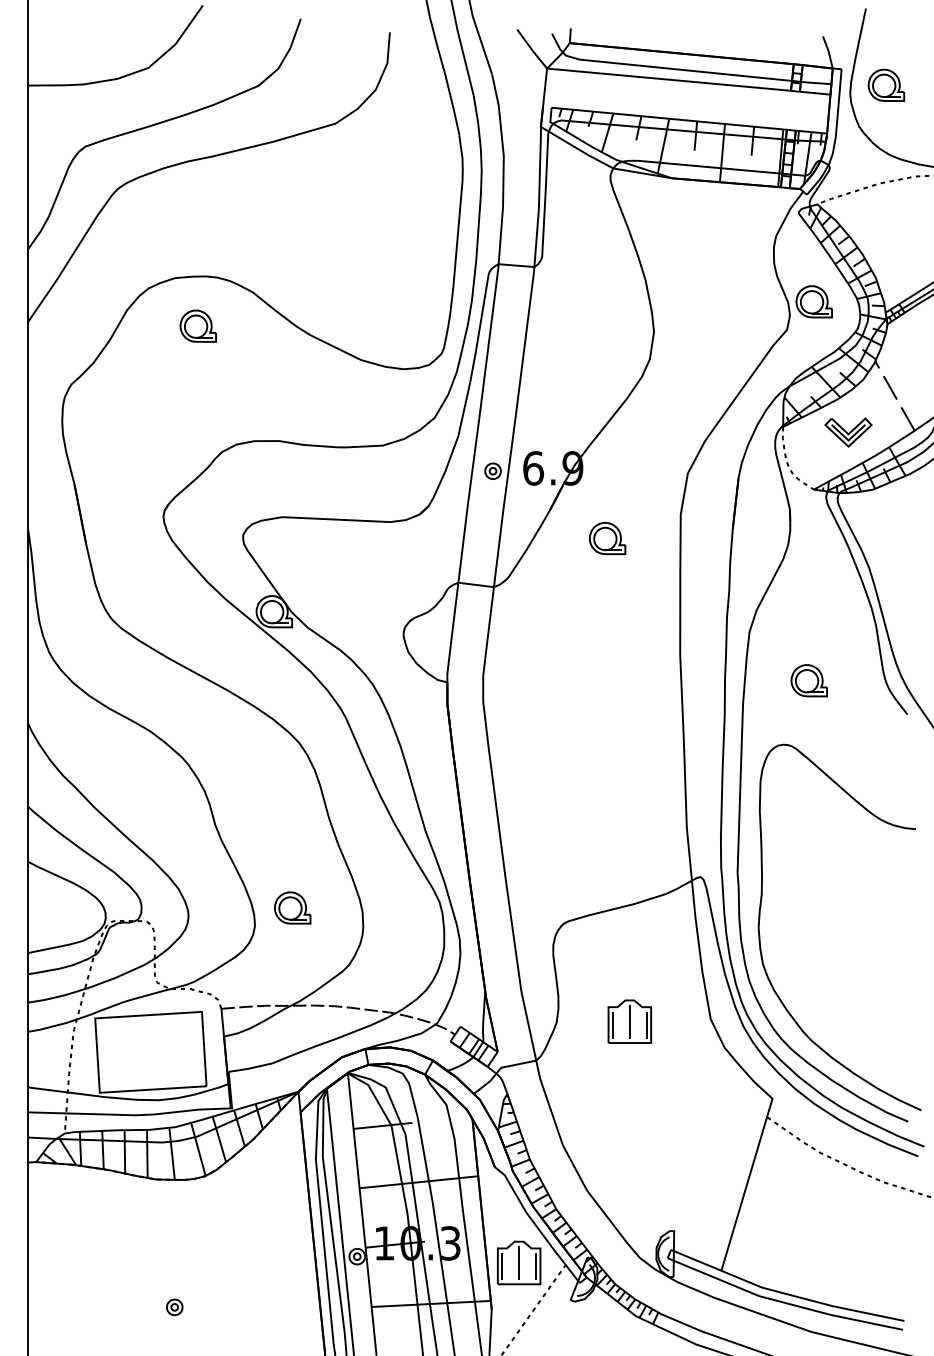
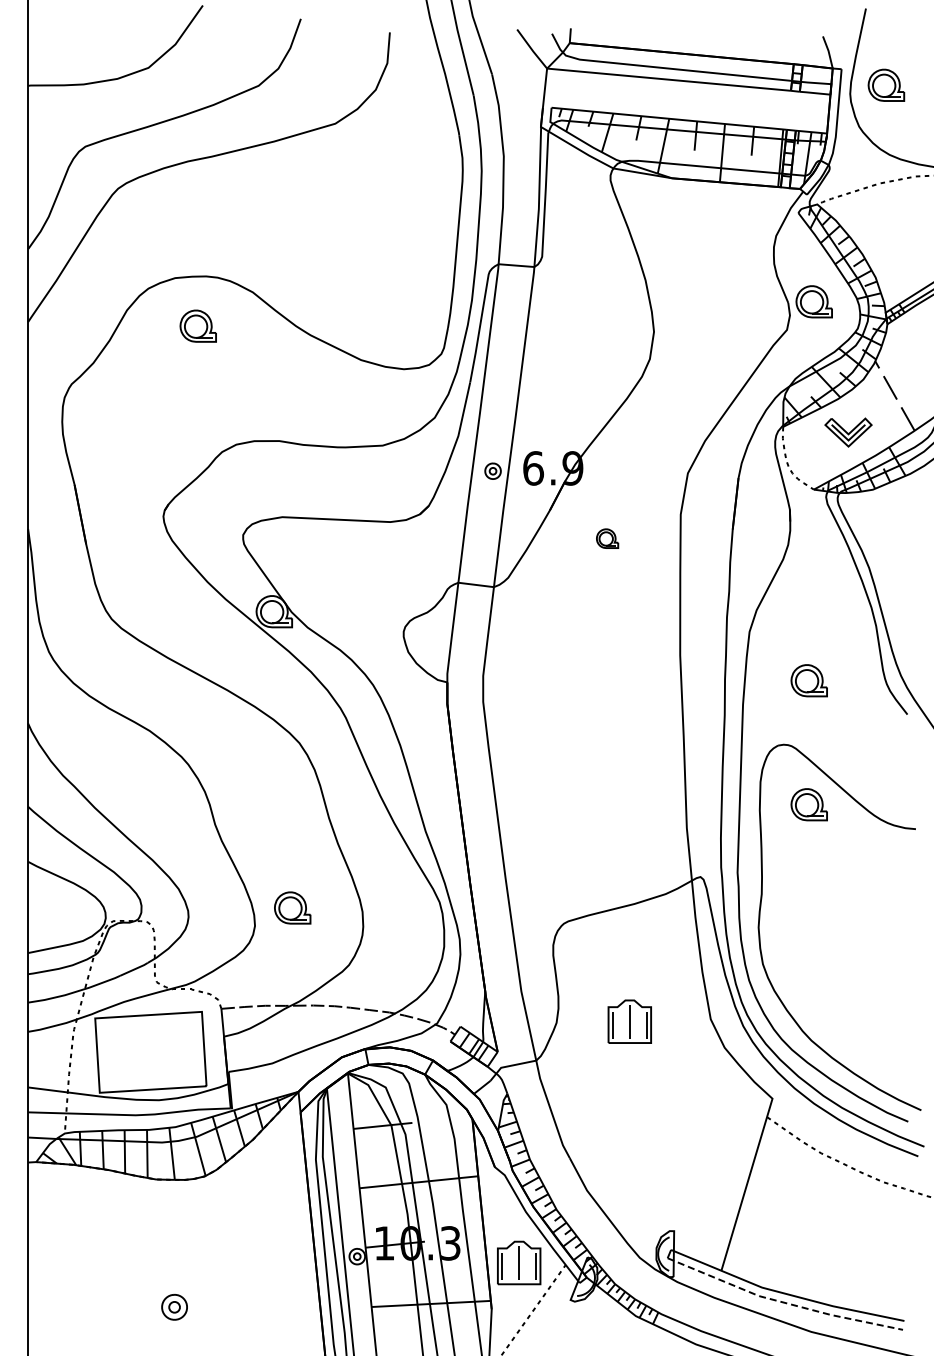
part at (607, 538) size: 39x34 px -> 24x21 px
part at (808, 804): none -> present
line at (783, 1302): solid -> dashed
part at (174, 1307) size: 18x19 px -> 27x27 px
